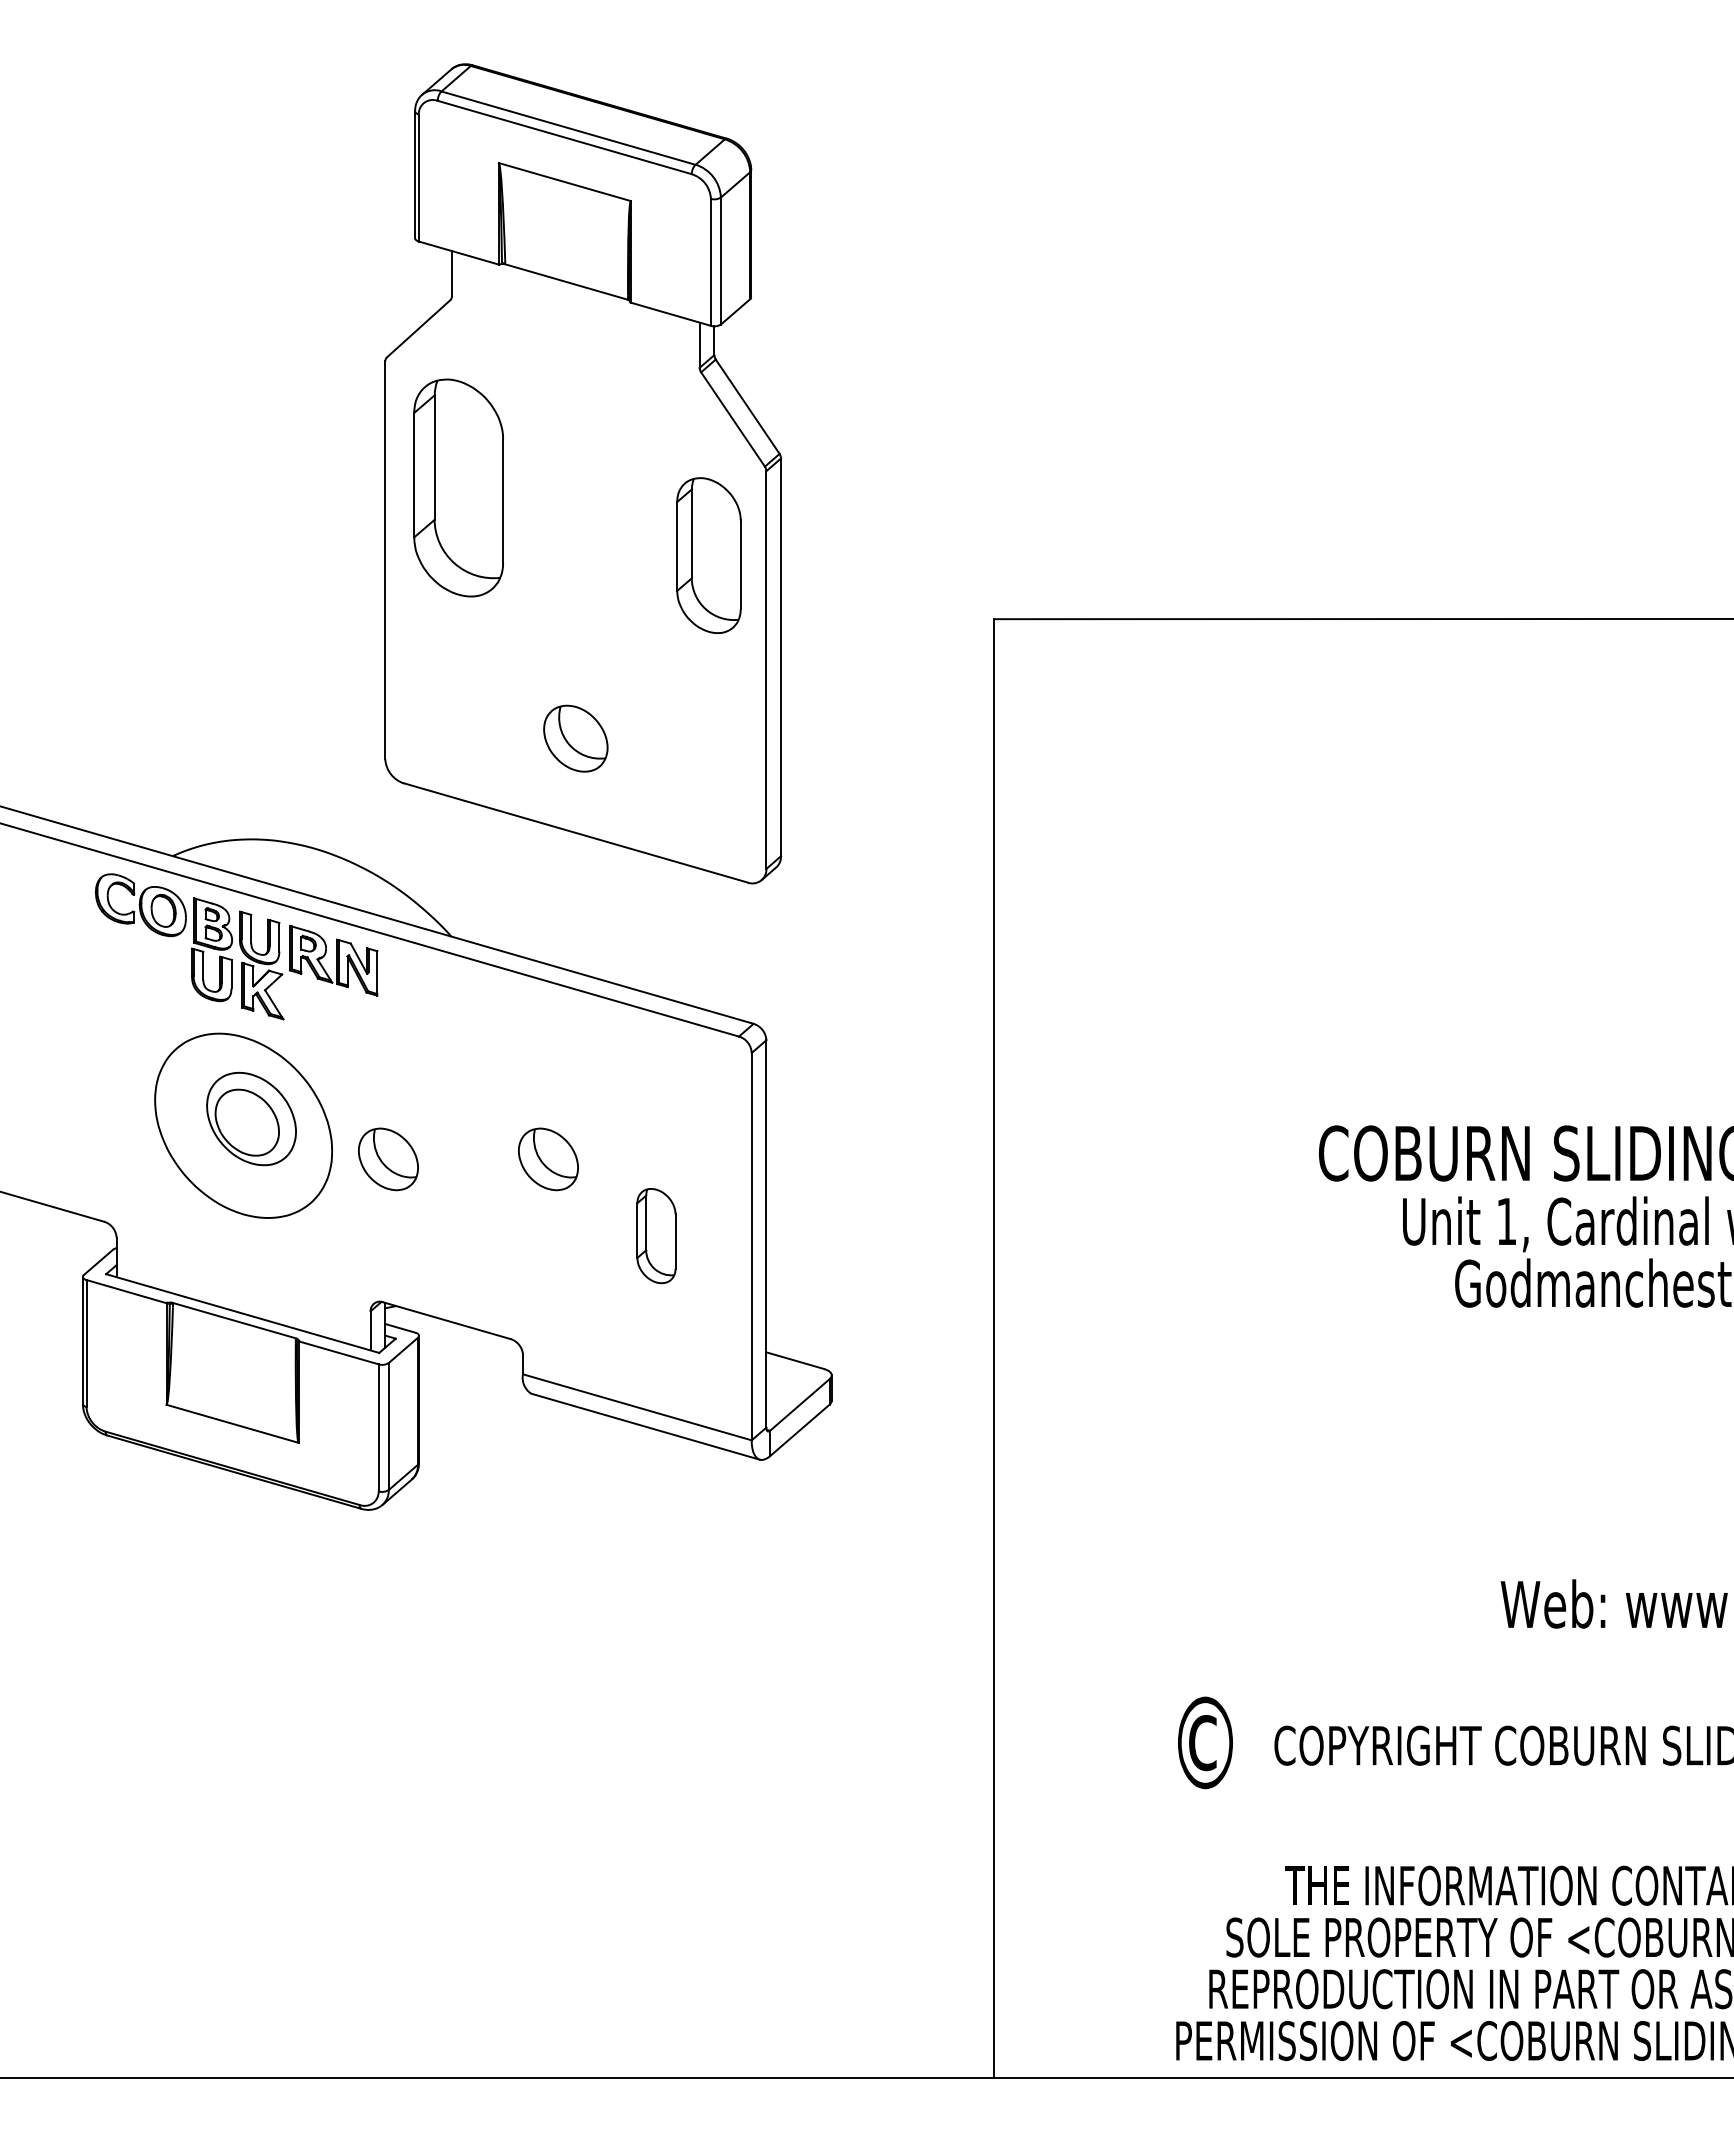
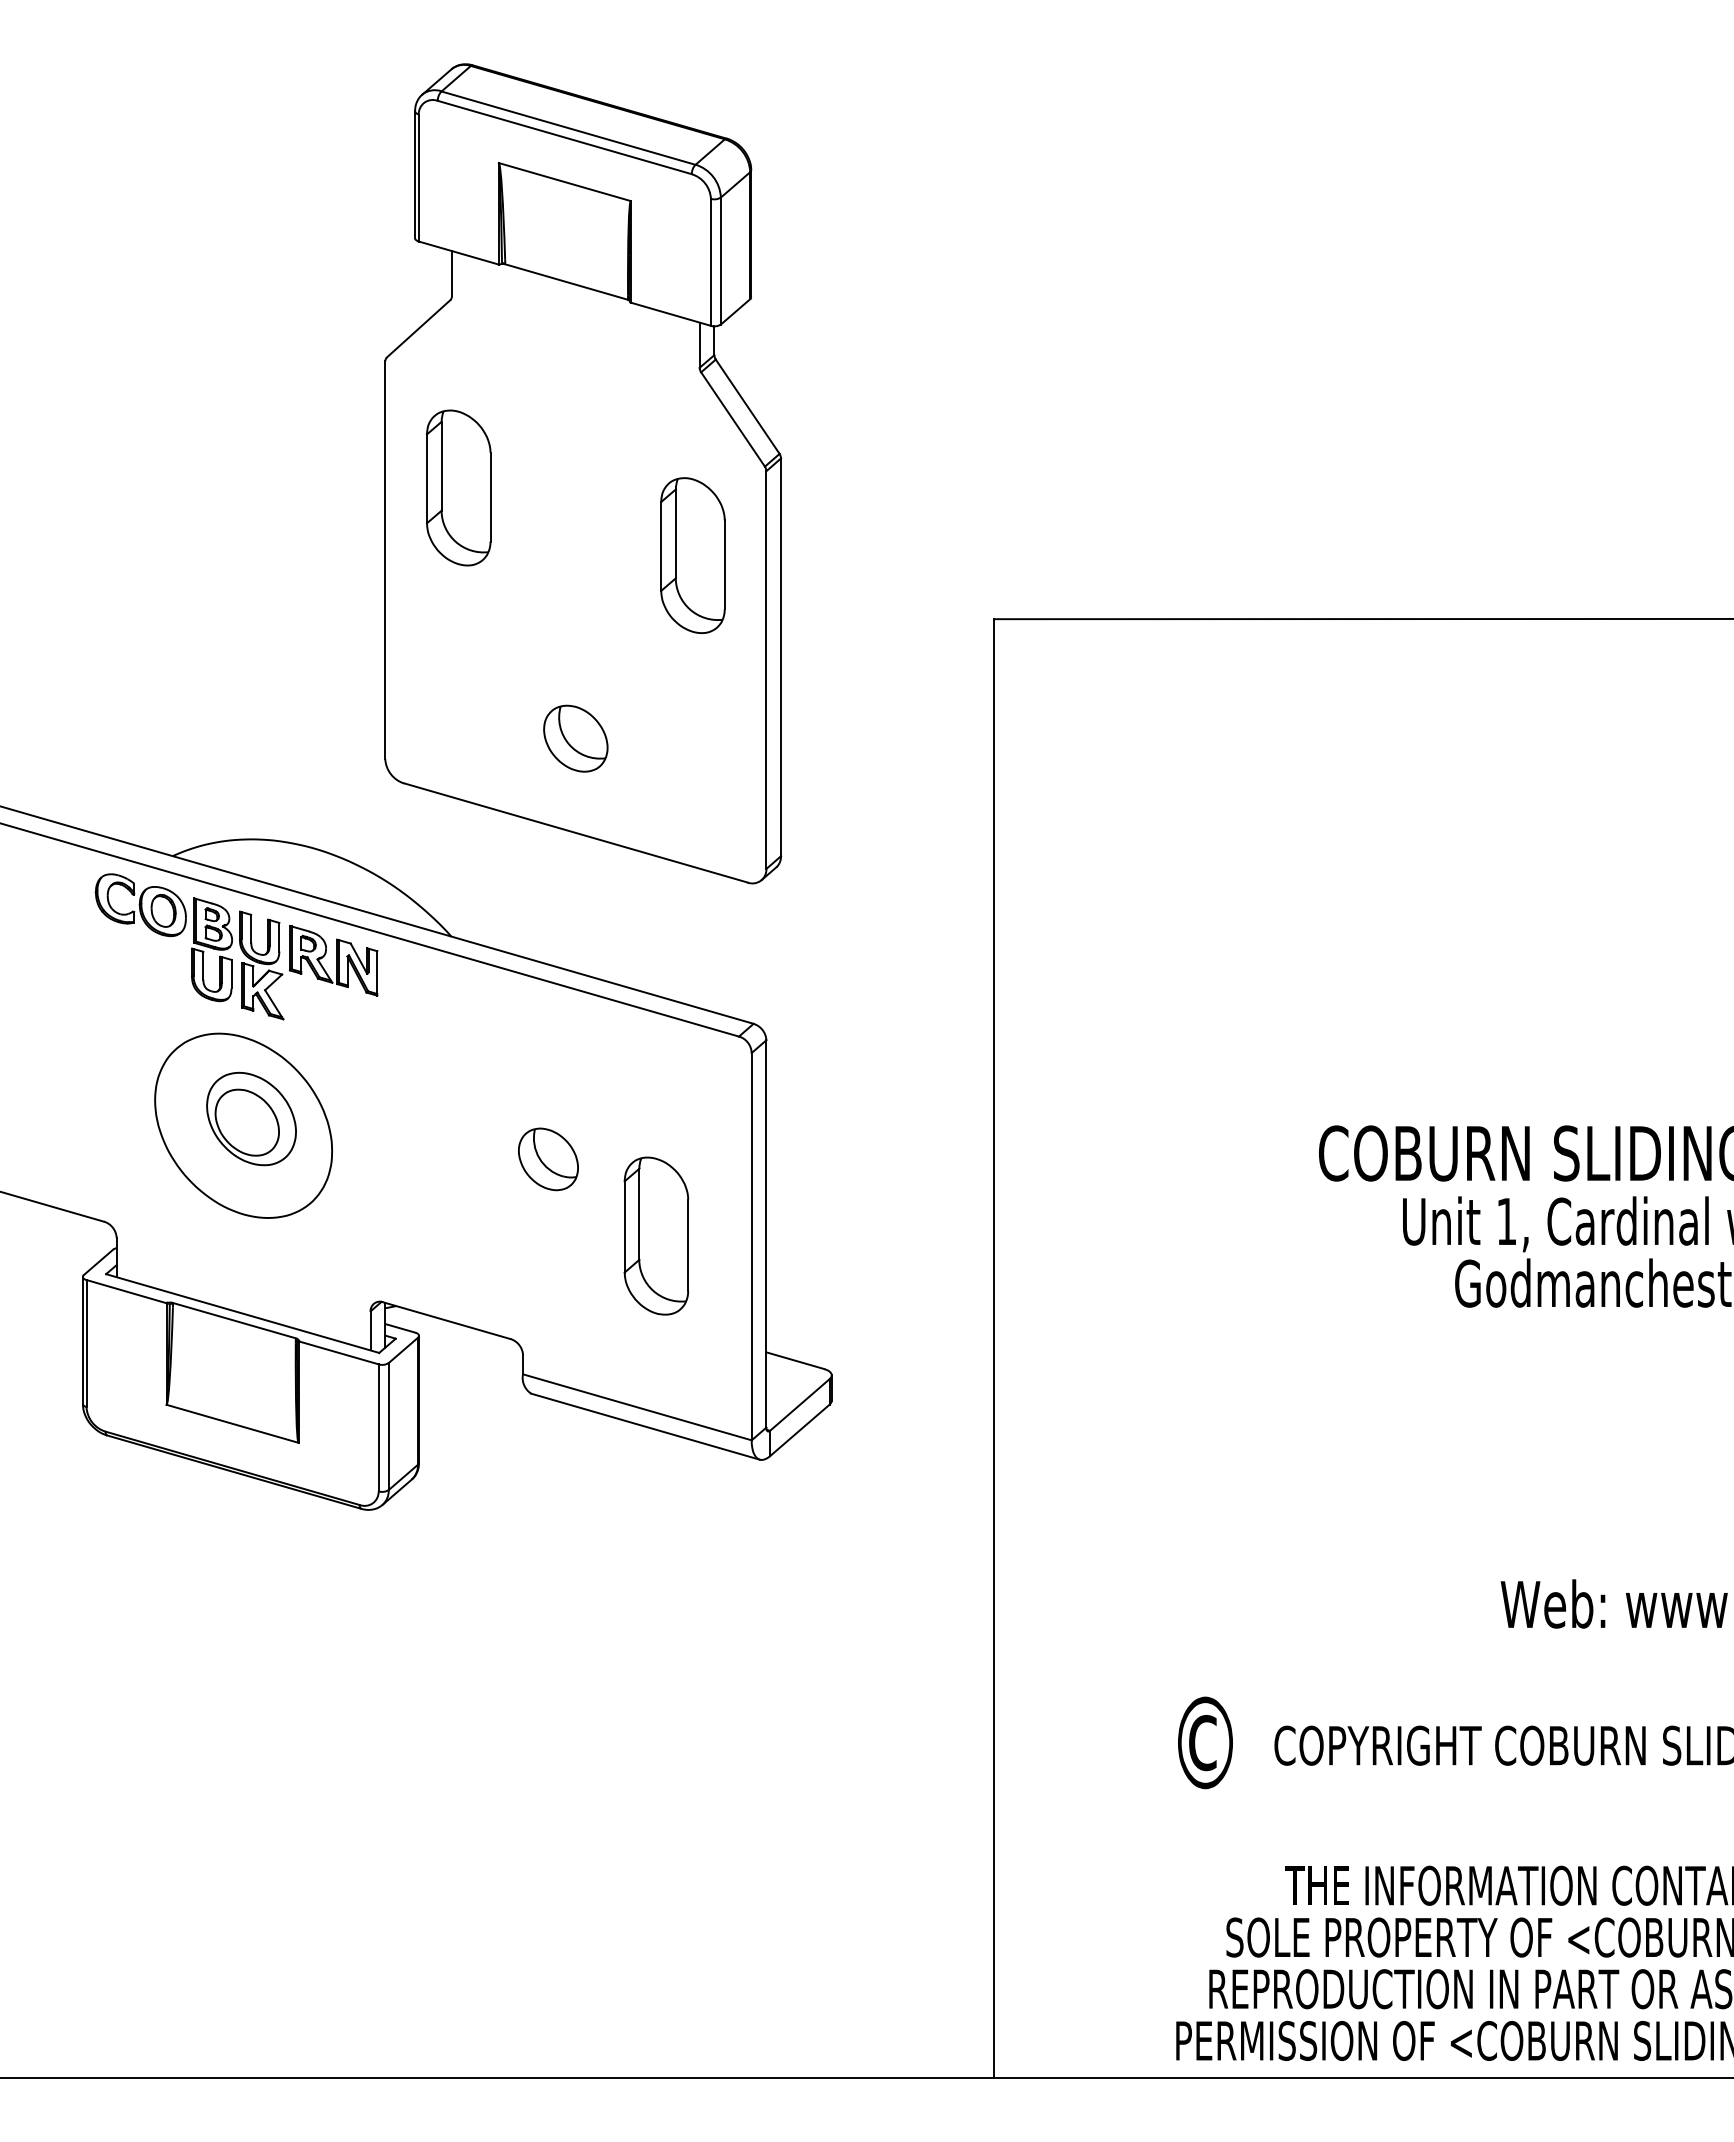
part at (458, 487) size: 91x220 px -> 66x158 px
part at (708, 555) position: (708, 555) -> (692, 555)
part at (388, 1159): present -> none
part at (656, 1236) size: 41x97 px -> 67x160 px
